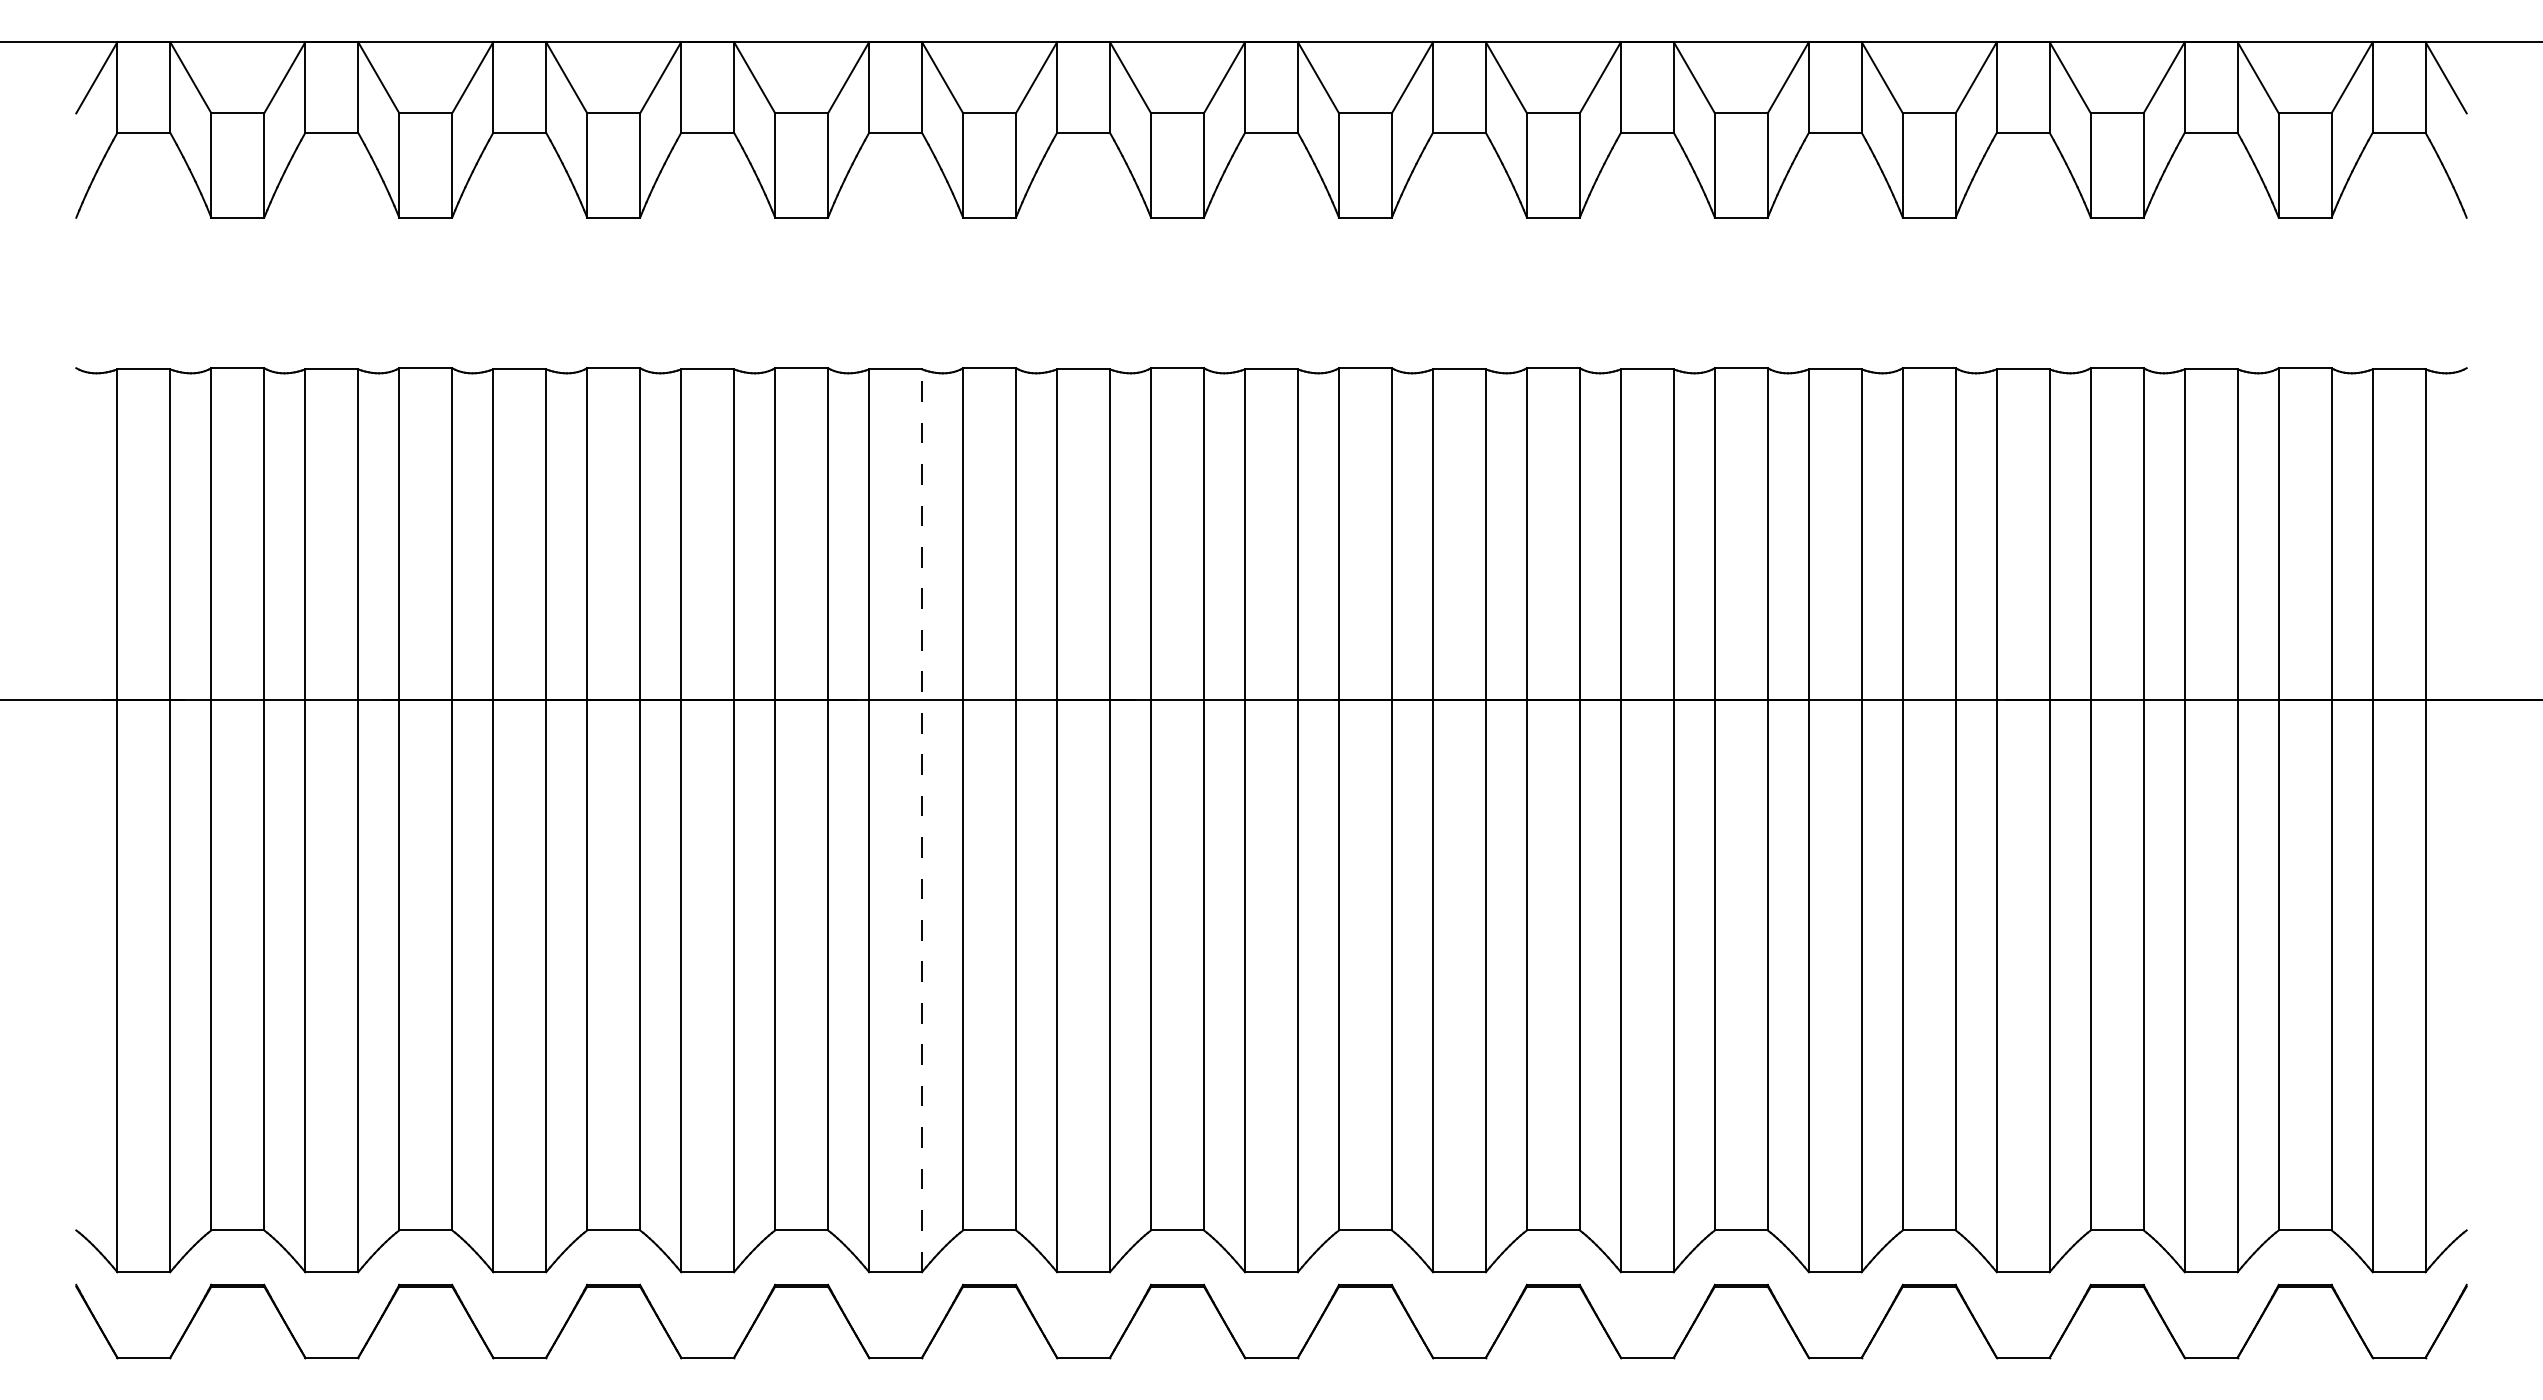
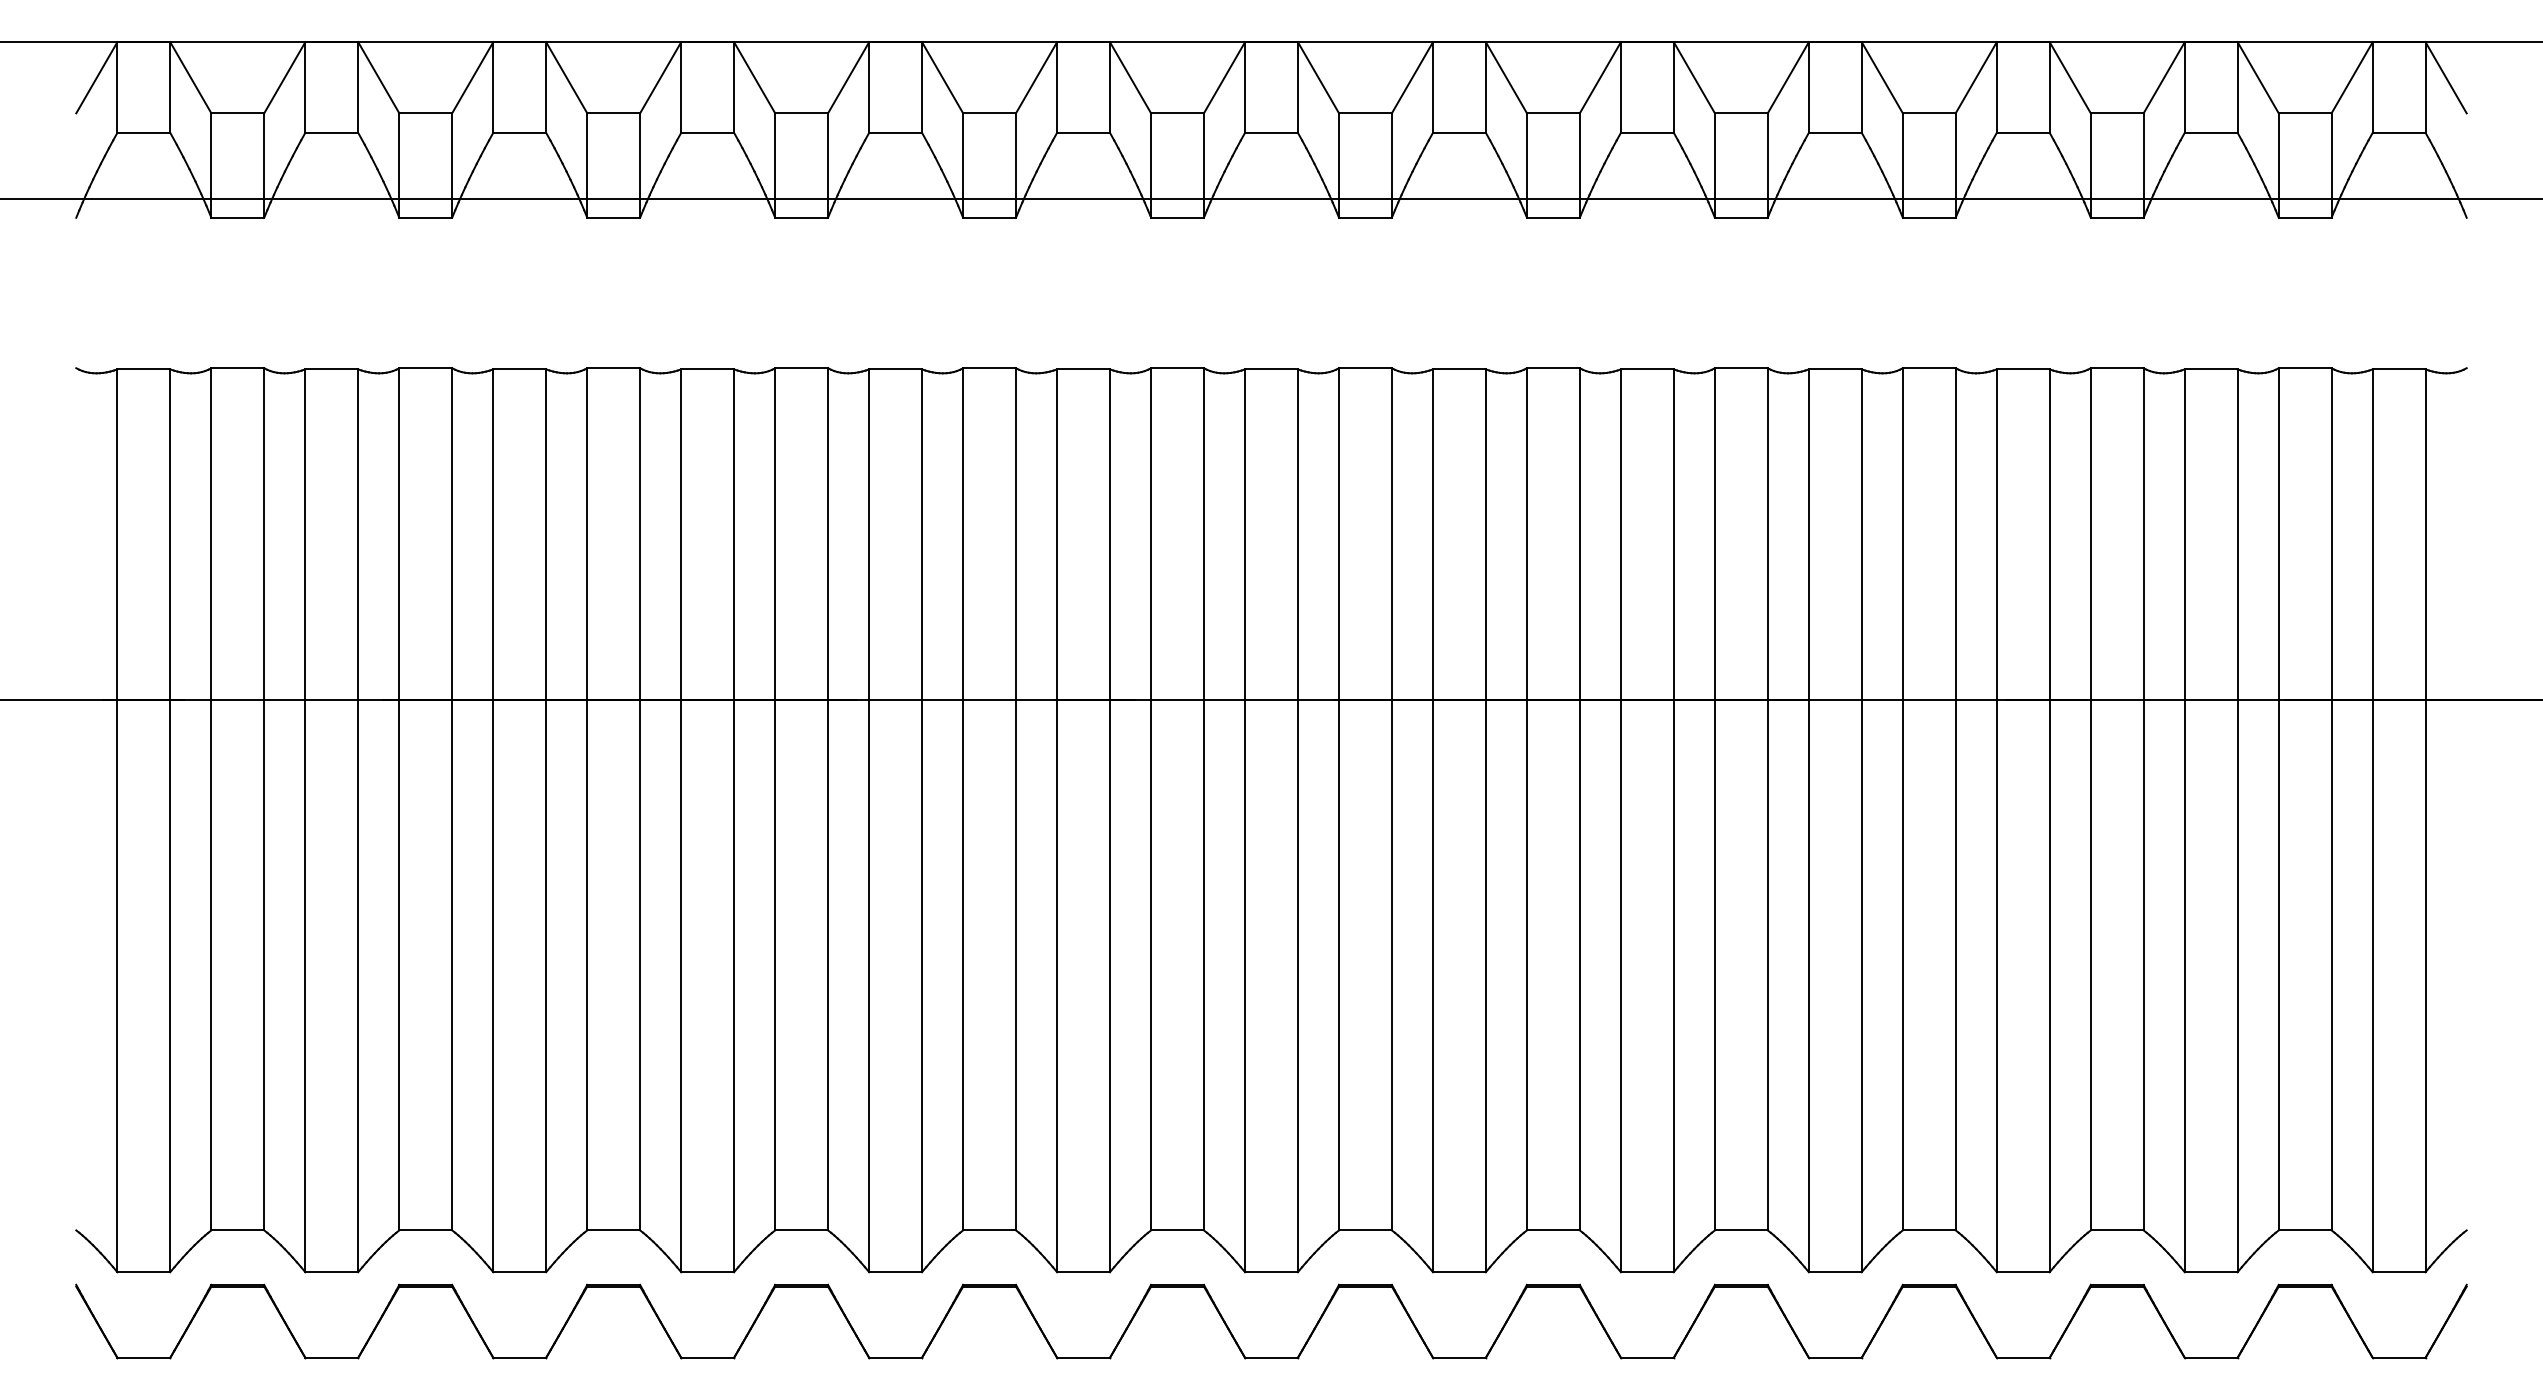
line at (1270, 199): none -> present
line at (922, 820): dashed -> solid
